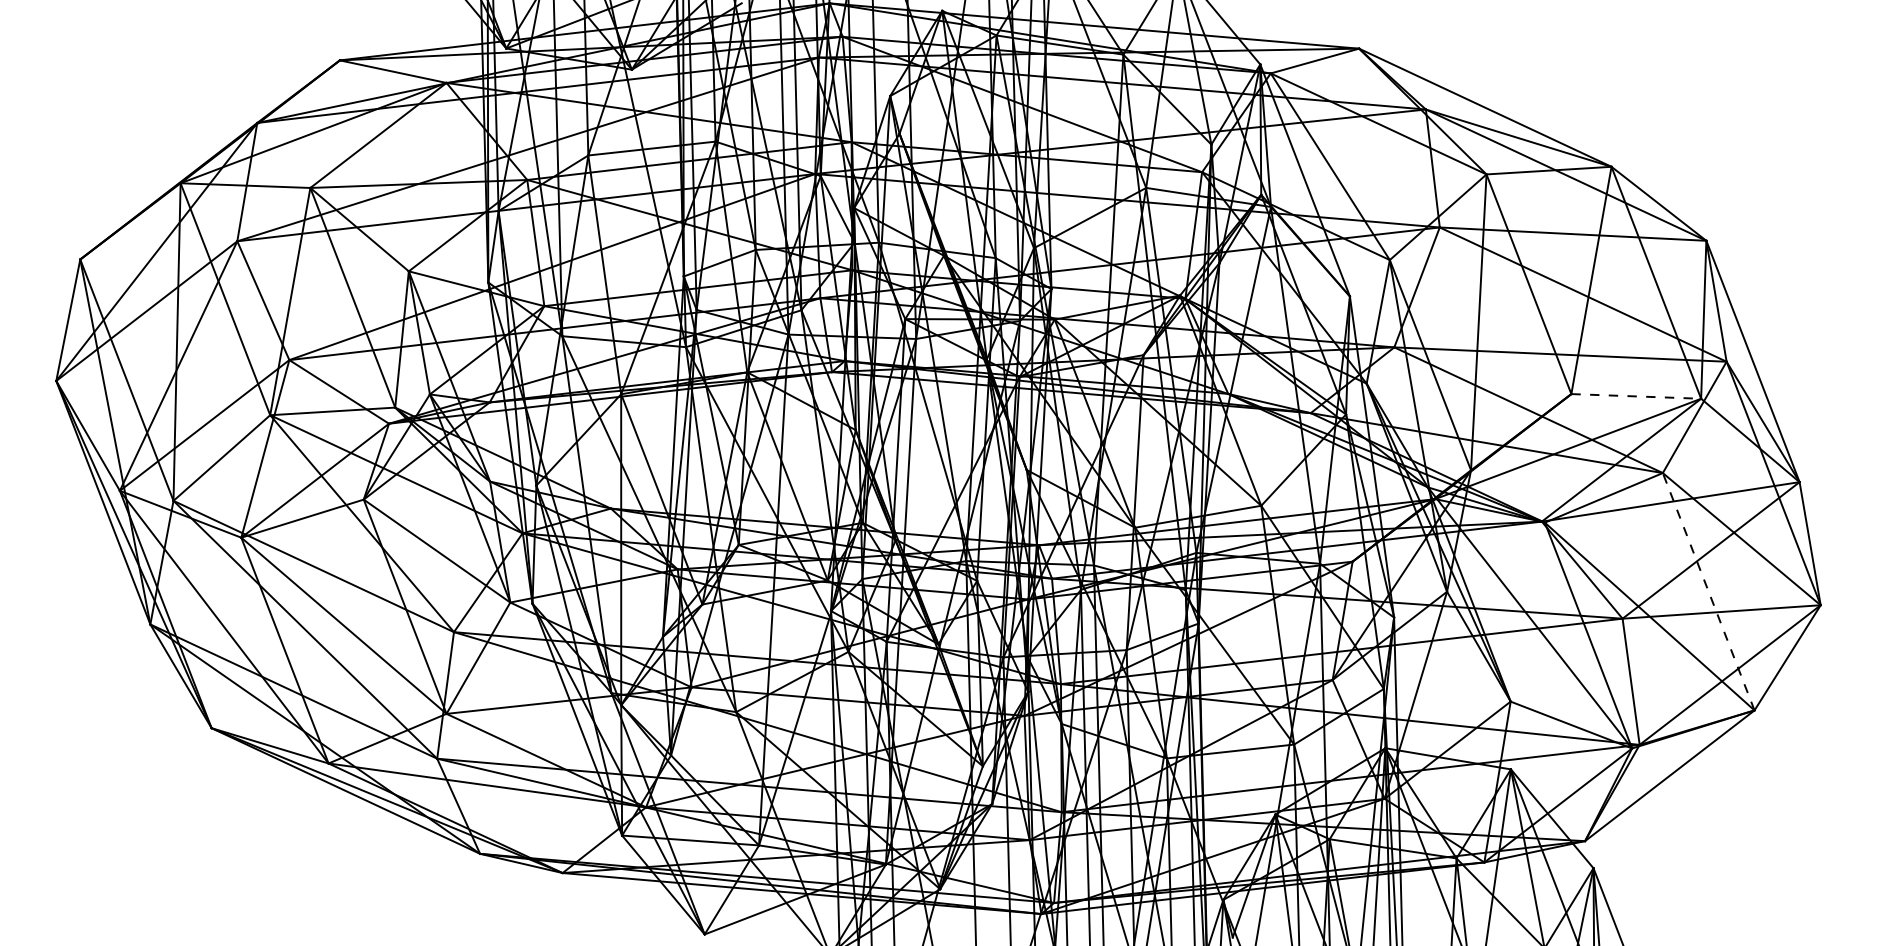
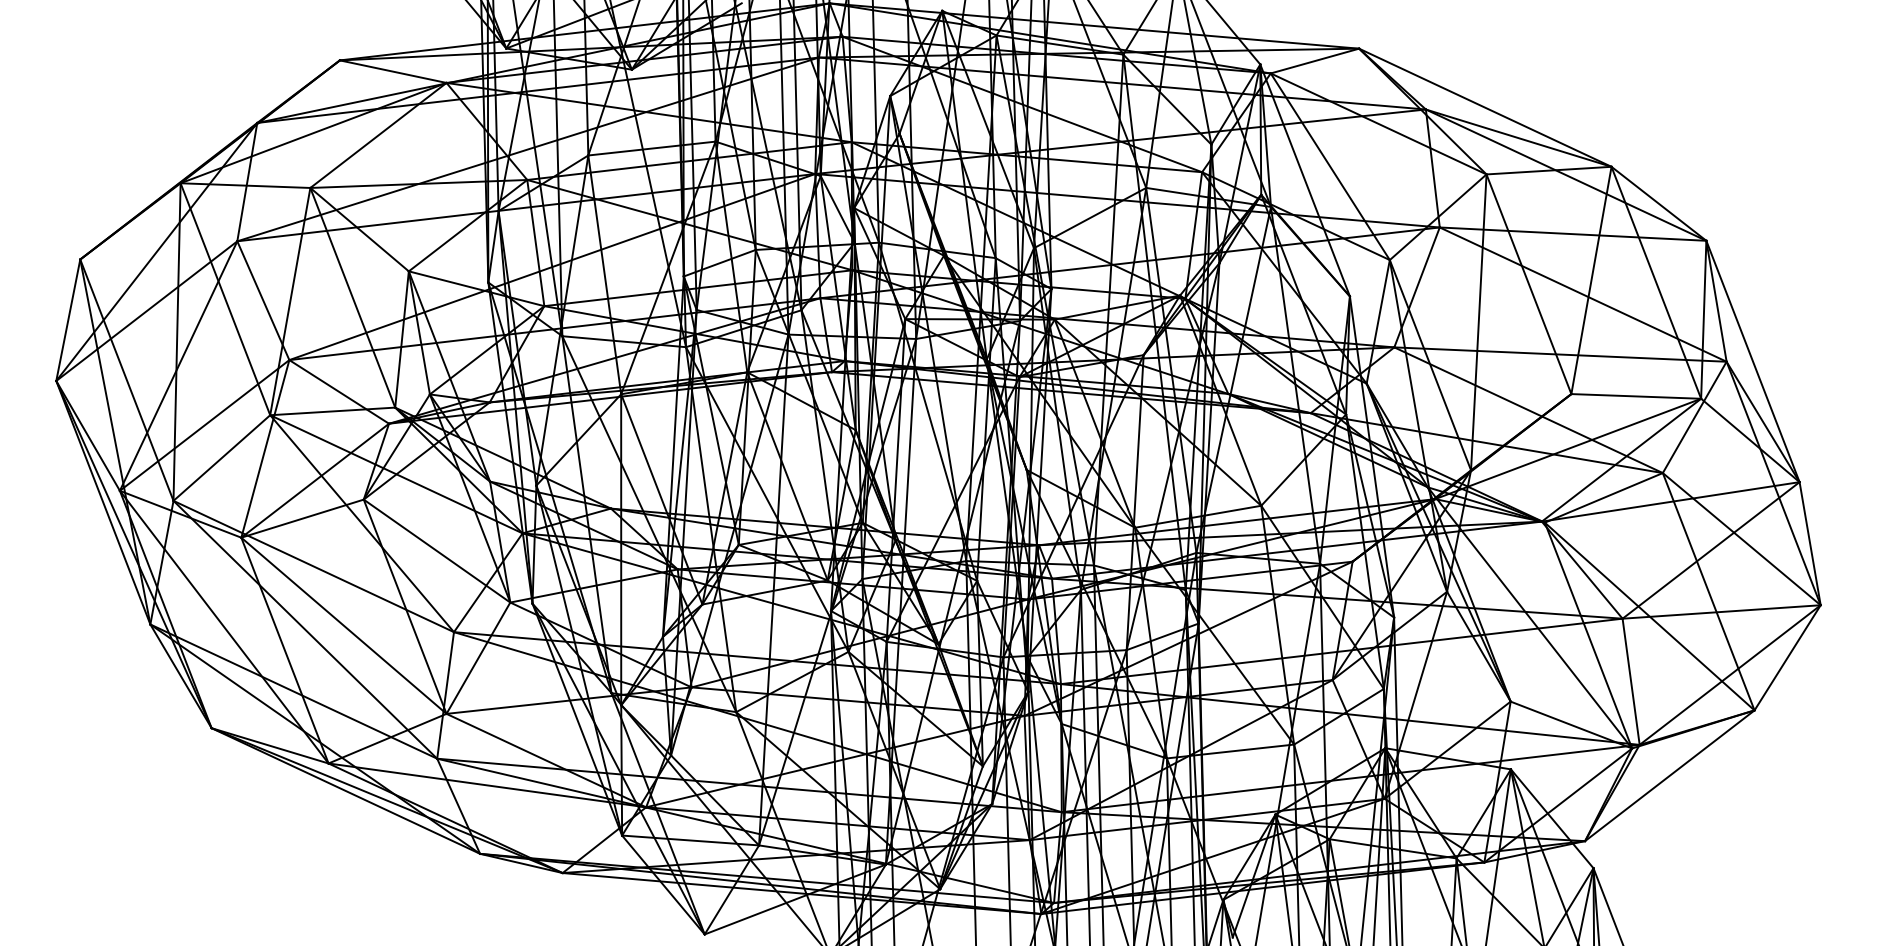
line at (1636, 396): dashed -> solid
line at (1708, 591): dashed -> solid
